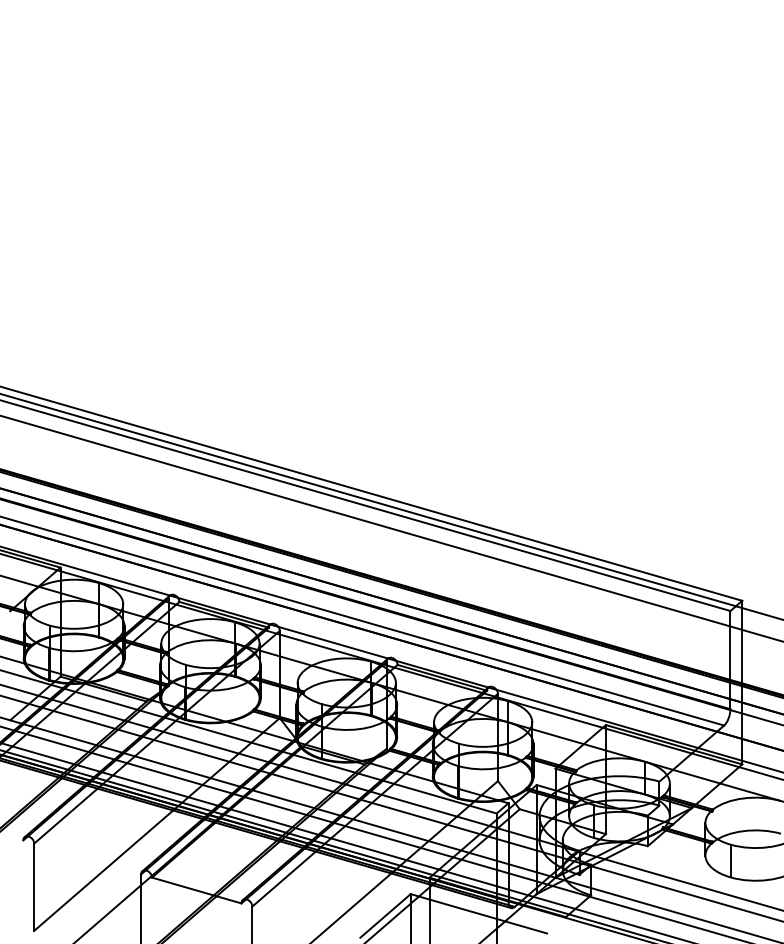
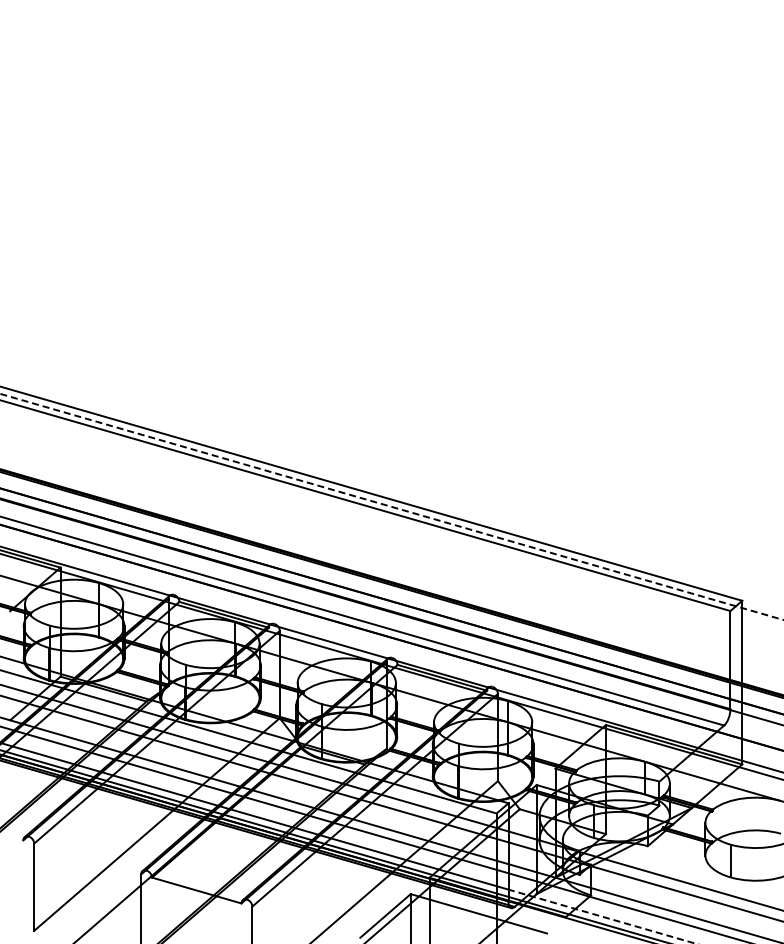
line at (391, 506): solid -> dashed
line at (391, 528): present -> none
line at (602, 916): solid -> dashed
